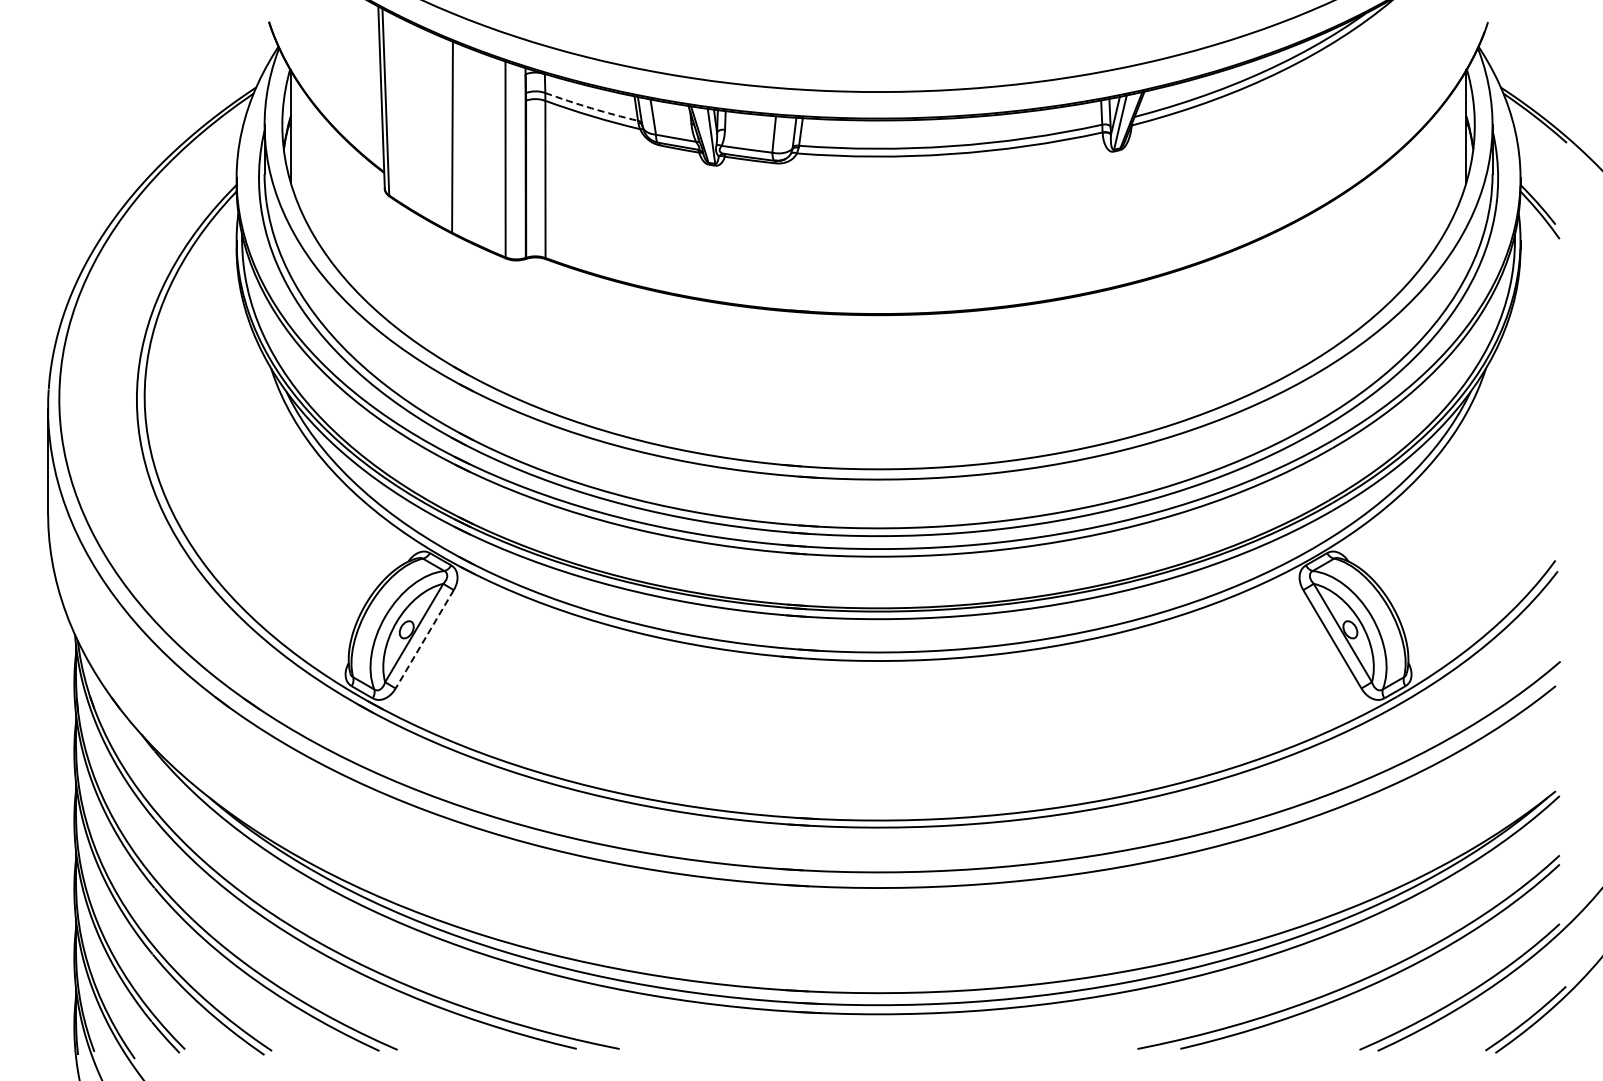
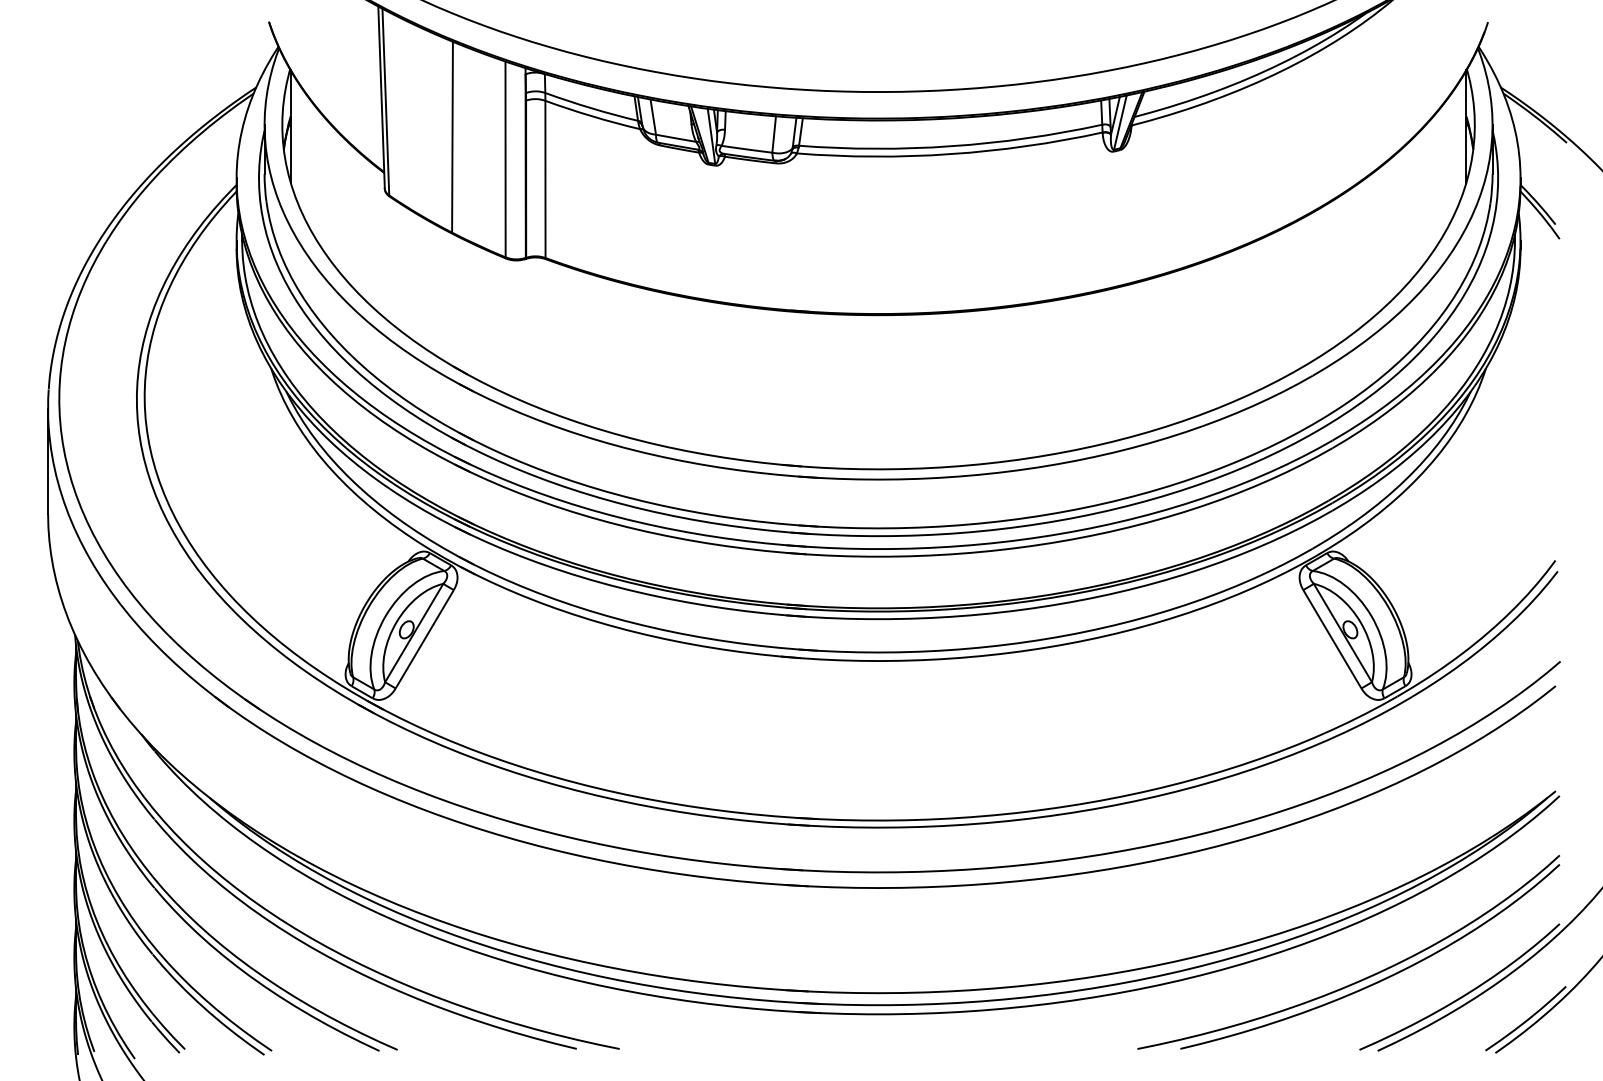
arc at (591, 108): dashed -> solid
line at (424, 639): dashed -> solid
